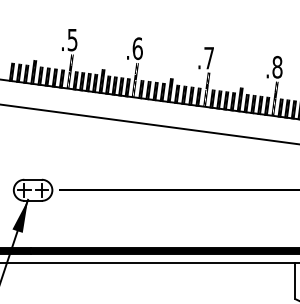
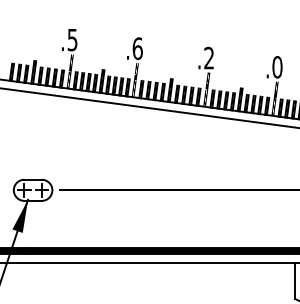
text at (208, 57): .7 -> .2
text at (277, 67): .8 -> .0
line at (149, 123) position: (149, 123) -> (149, 107)
